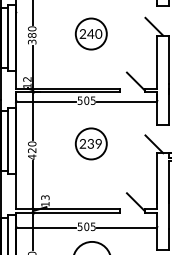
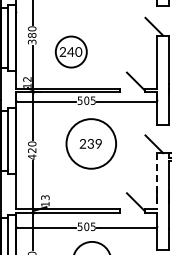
part at (90, 33) position: (90, 33) -> (70, 51)
circle at (90, 143) diameter: 31 px -> 50 px
line at (157, 181): solid -> dashed
